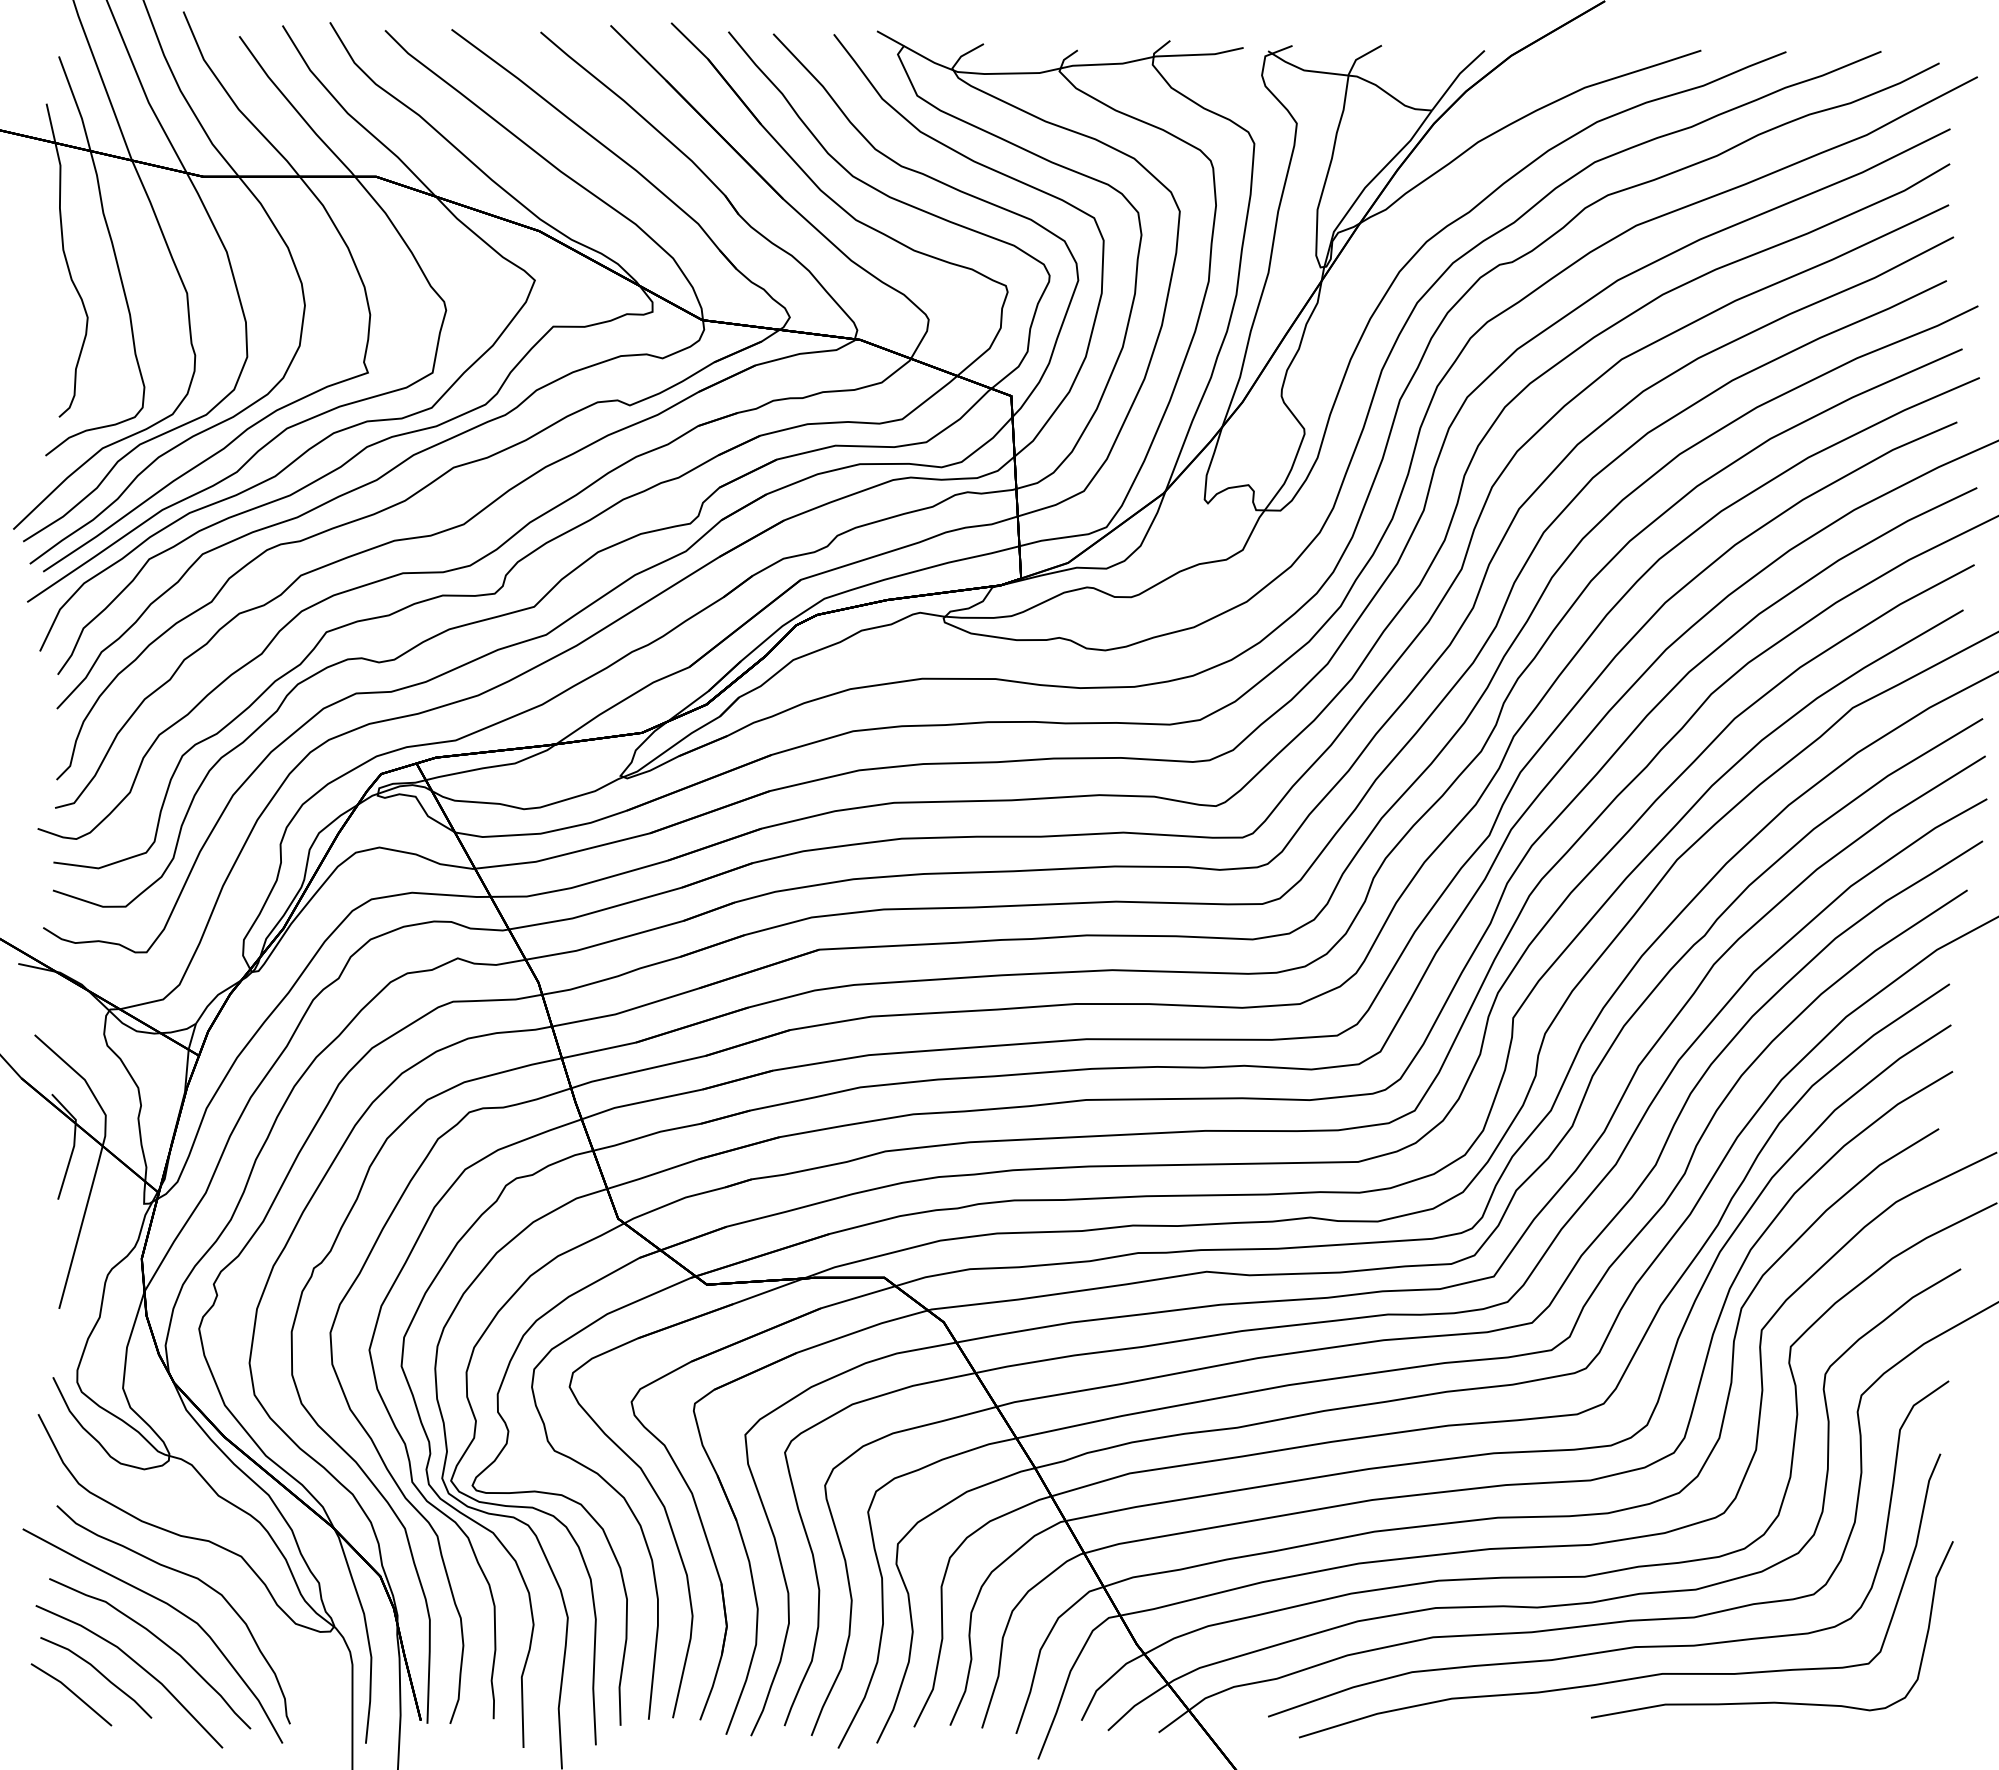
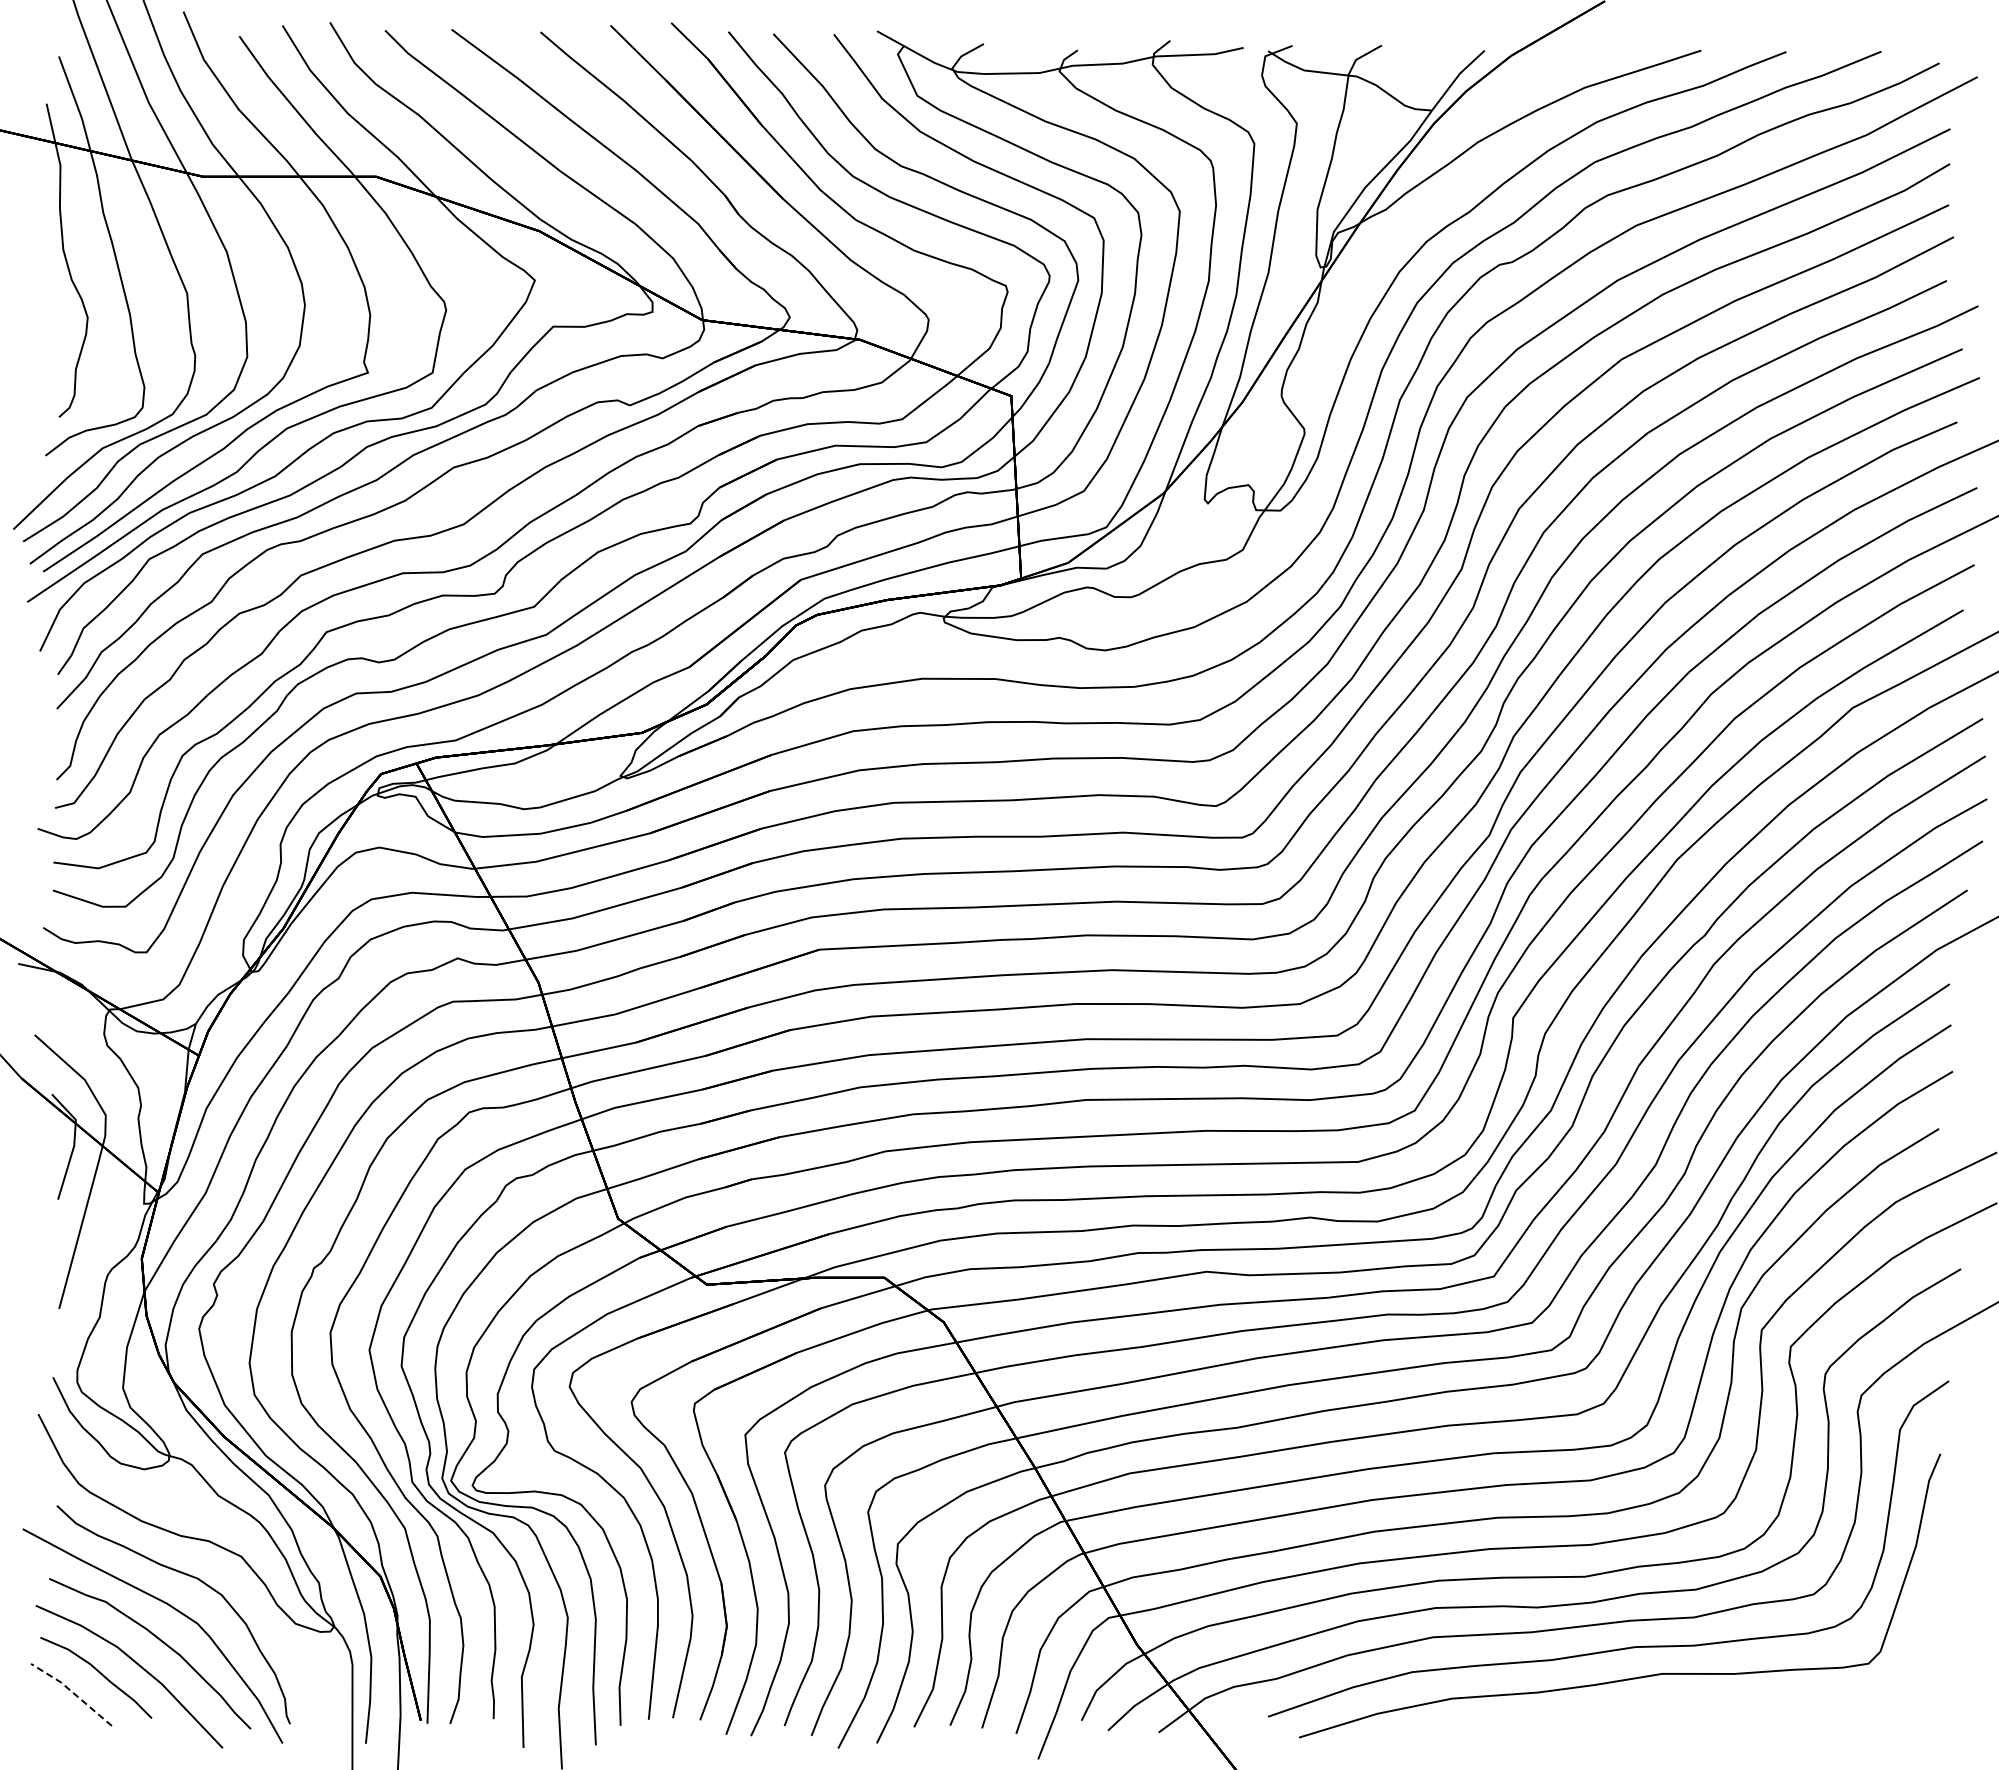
line at (72, 1691): solid -> dashed
curve at (1772, 1701): present -> none
